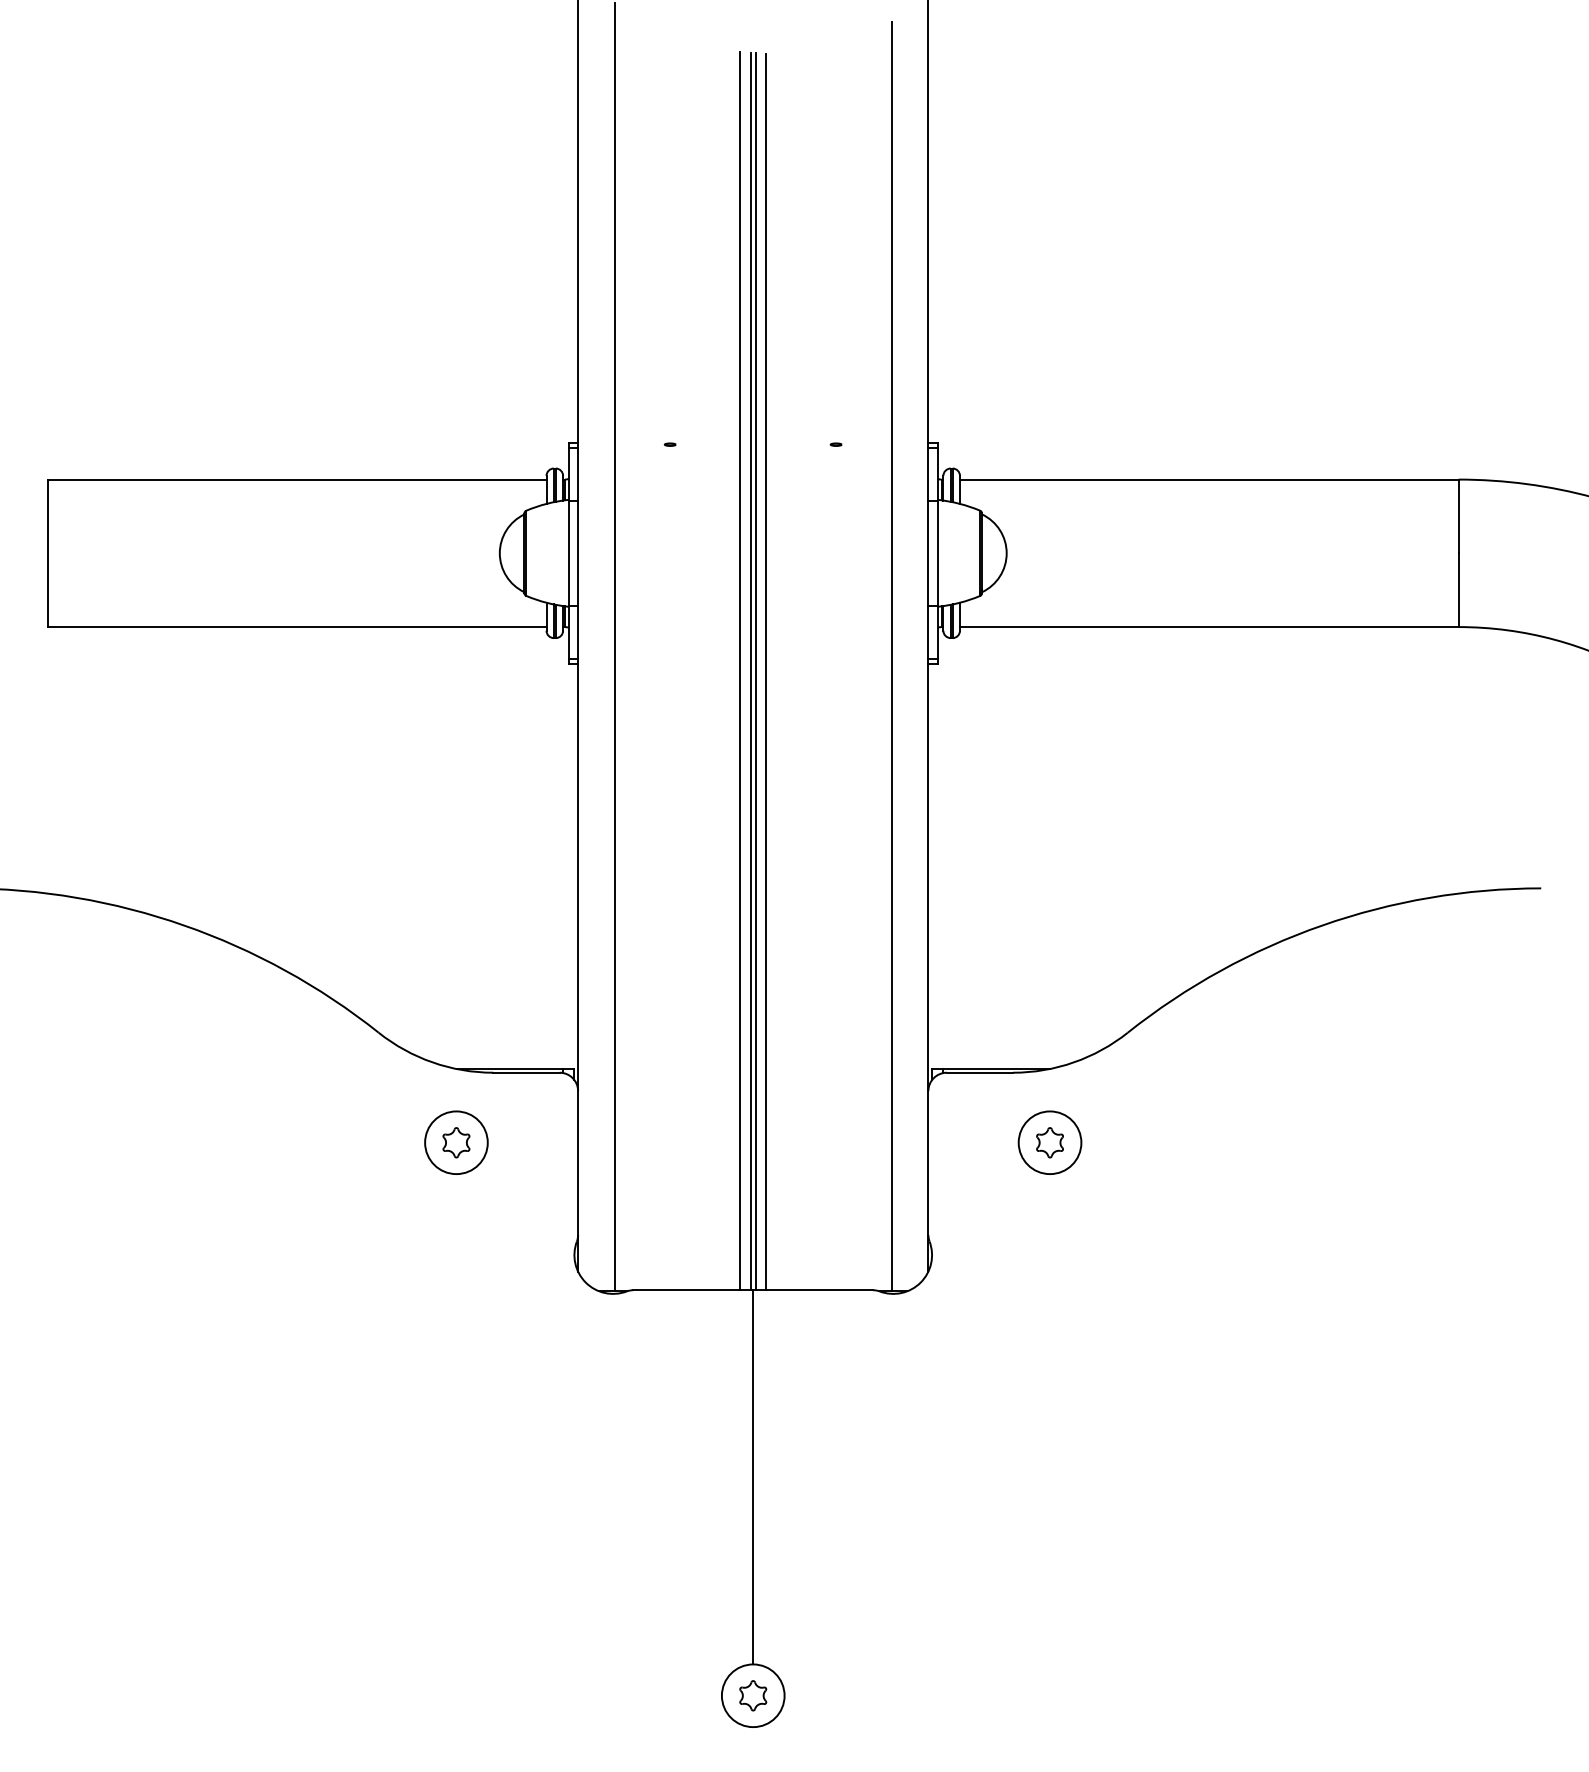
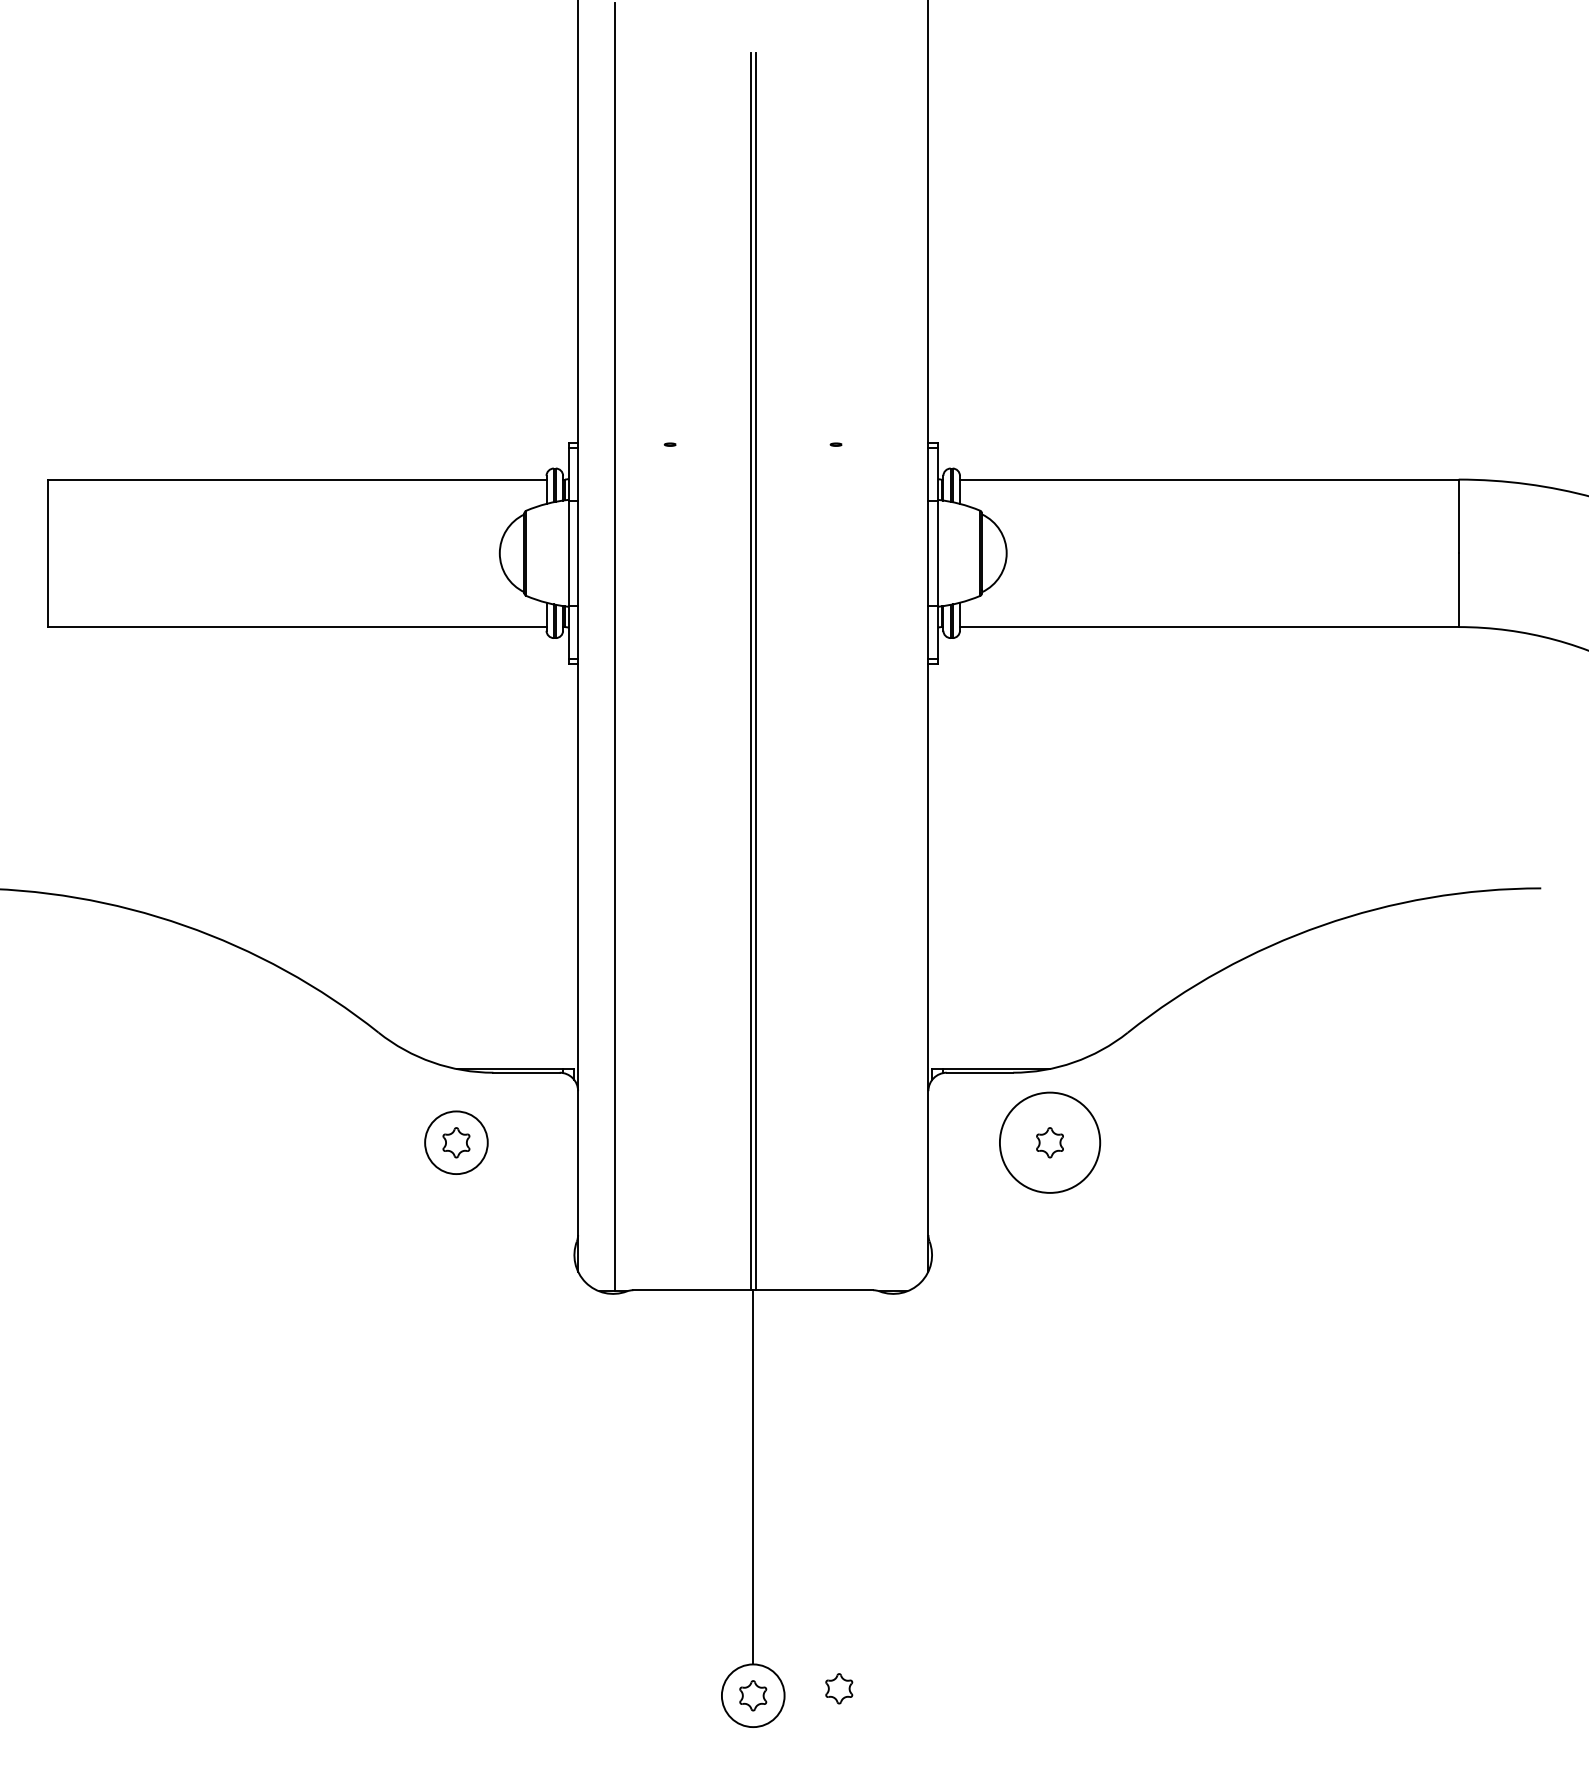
line at (891, 656): present -> none
line at (740, 671): present -> none
line at (766, 671): present -> none
circle at (1049, 1142) diameter: 63 px -> 100 px
part at (839, 1688): none -> present
